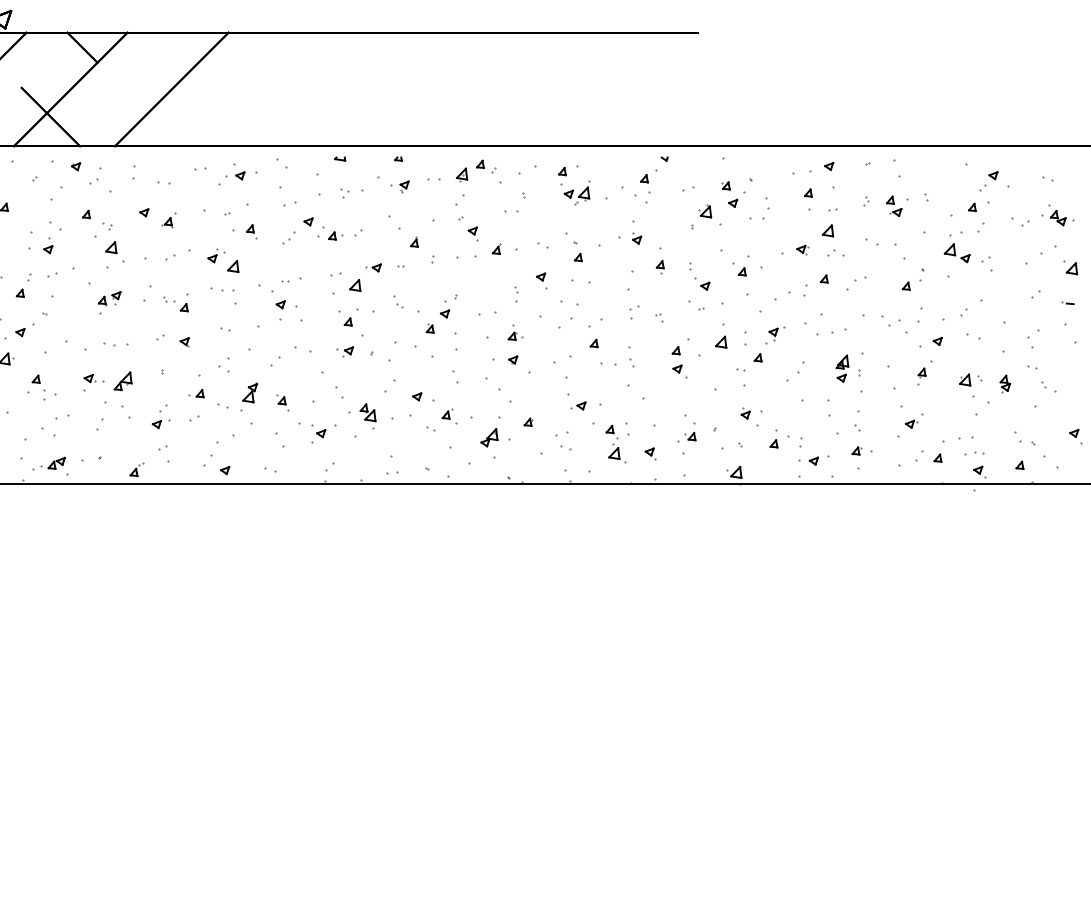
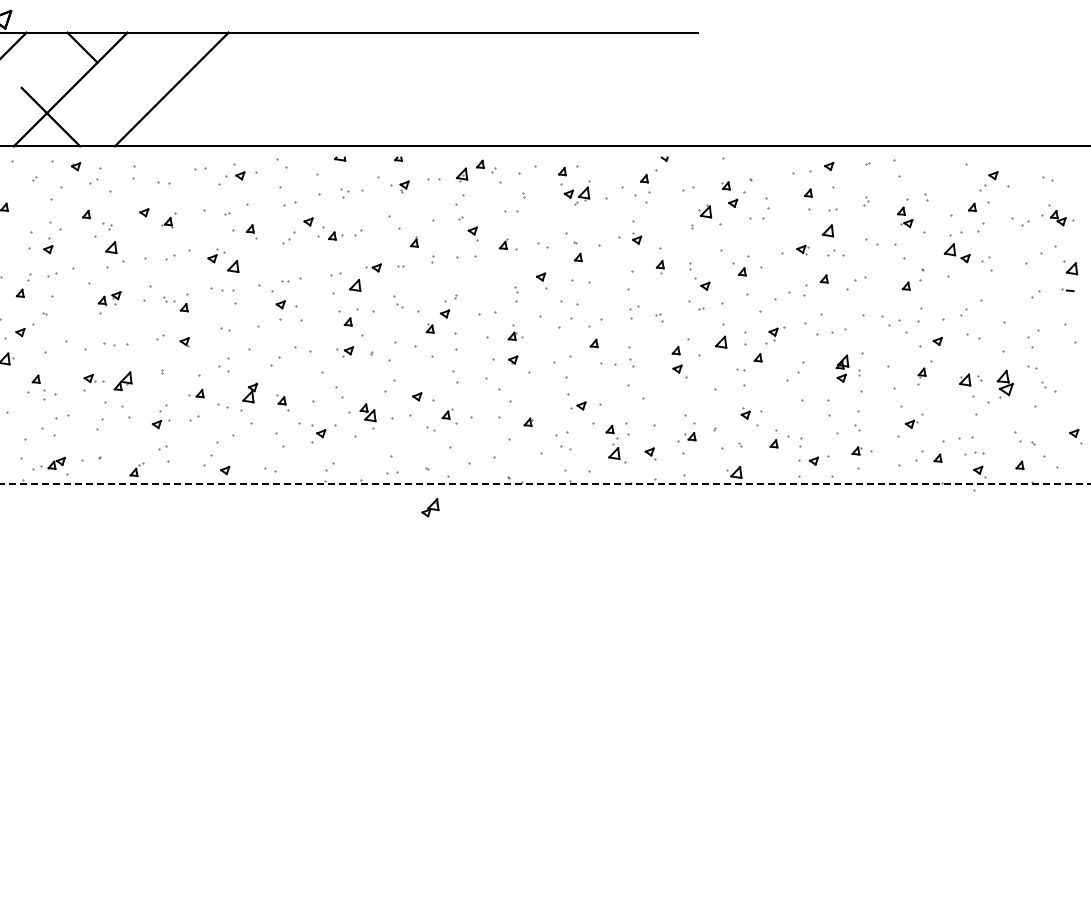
part at (894, 206) position: (894, 206) -> (905, 217)
part at (496, 249) position: (496, 249) -> (503, 244)
part at (1067, 302) position: (1067, 302) -> (1067, 289)
part at (1005, 383) size: 13x20 px -> 18x30 px
part at (489, 437) position: (489, 437) -> (430, 507)
line at (545, 483): solid -> dashed
